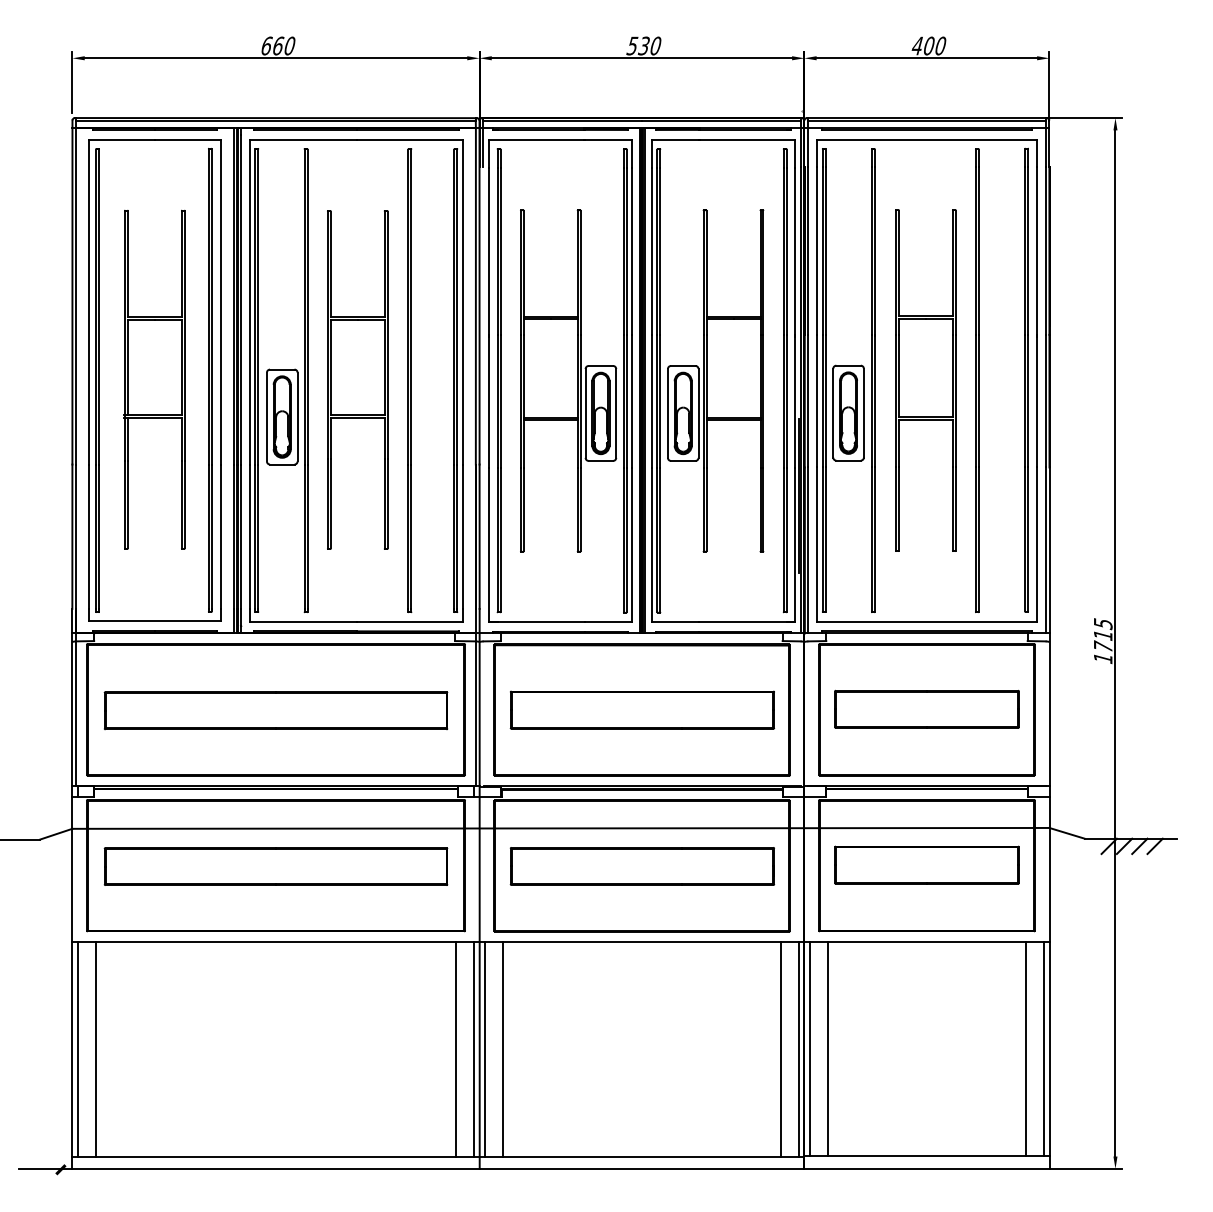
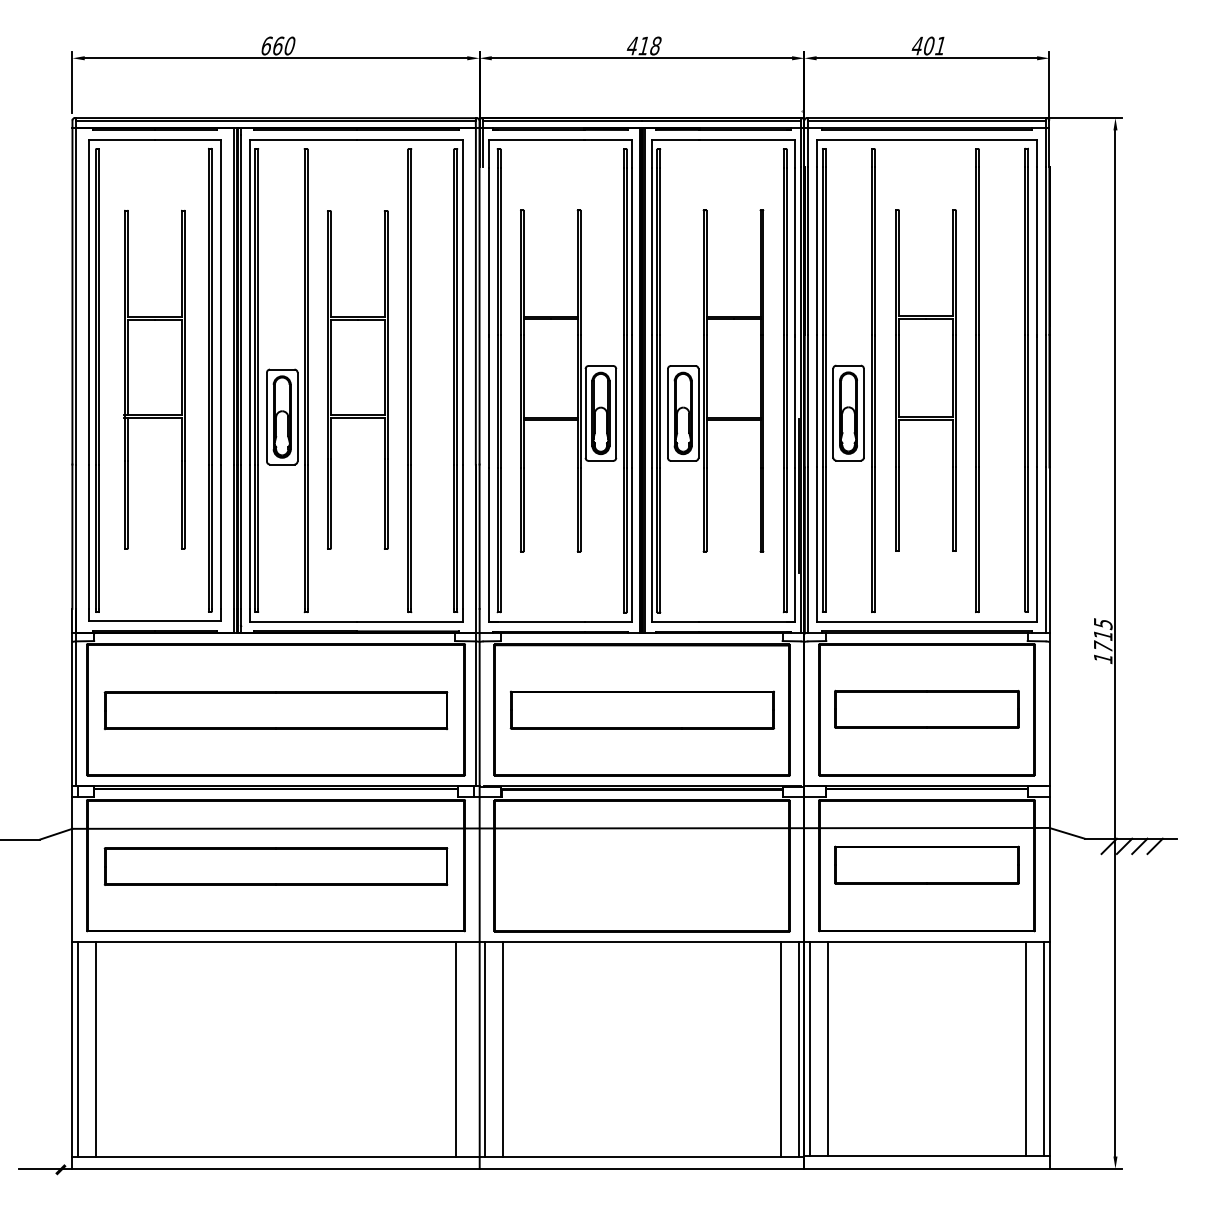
text at (643, 45): 530 -> 418
text at (940, 45): 400 -> 401
part at (642, 866): present -> none
line at (474, 1048): present -> none
